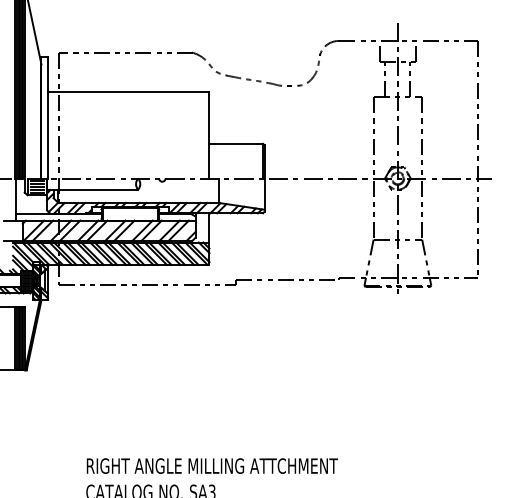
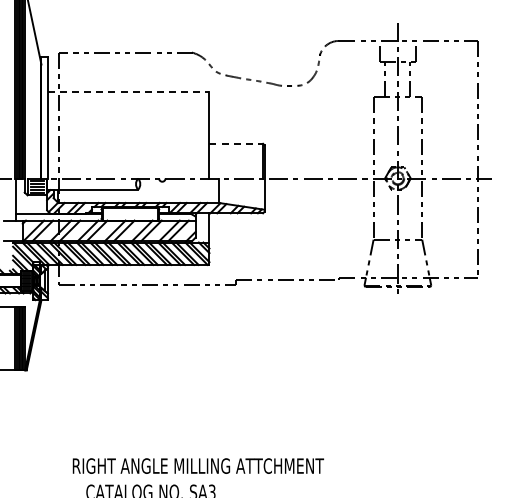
line at (128, 92): solid -> dashed
line at (236, 143): solid -> dashed
text at (211, 465) position: (211, 465) -> (197, 465)
